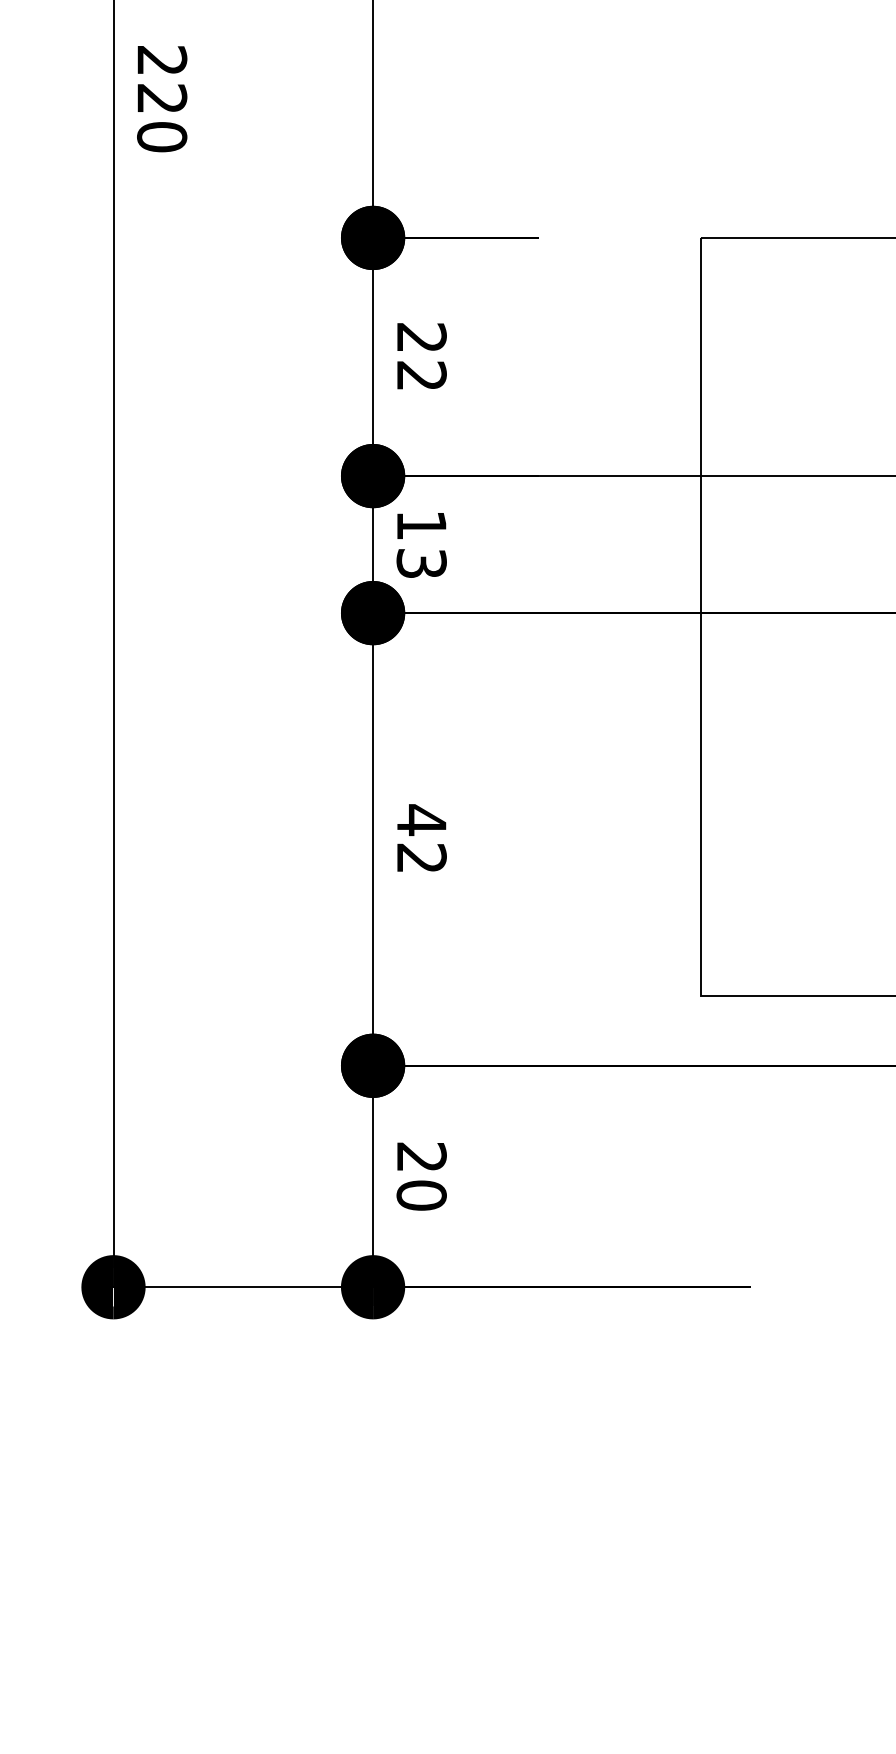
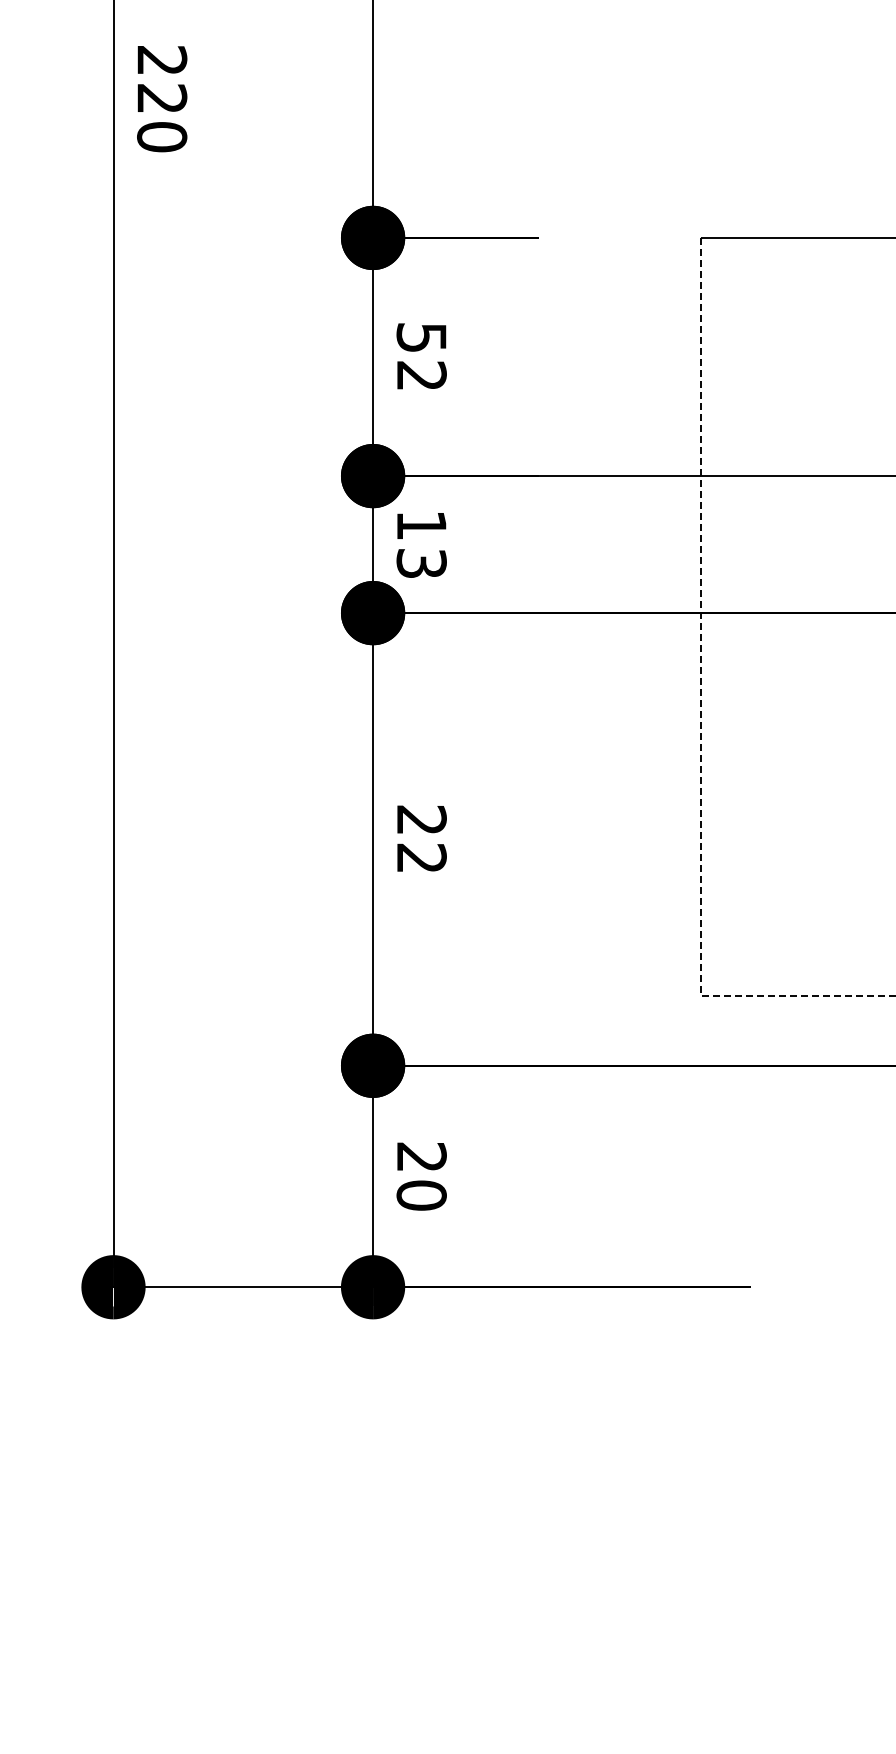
text at (421, 337): 22 -> 52
line at (700, 714): solid -> dashed
text at (421, 820): 42 -> 22
